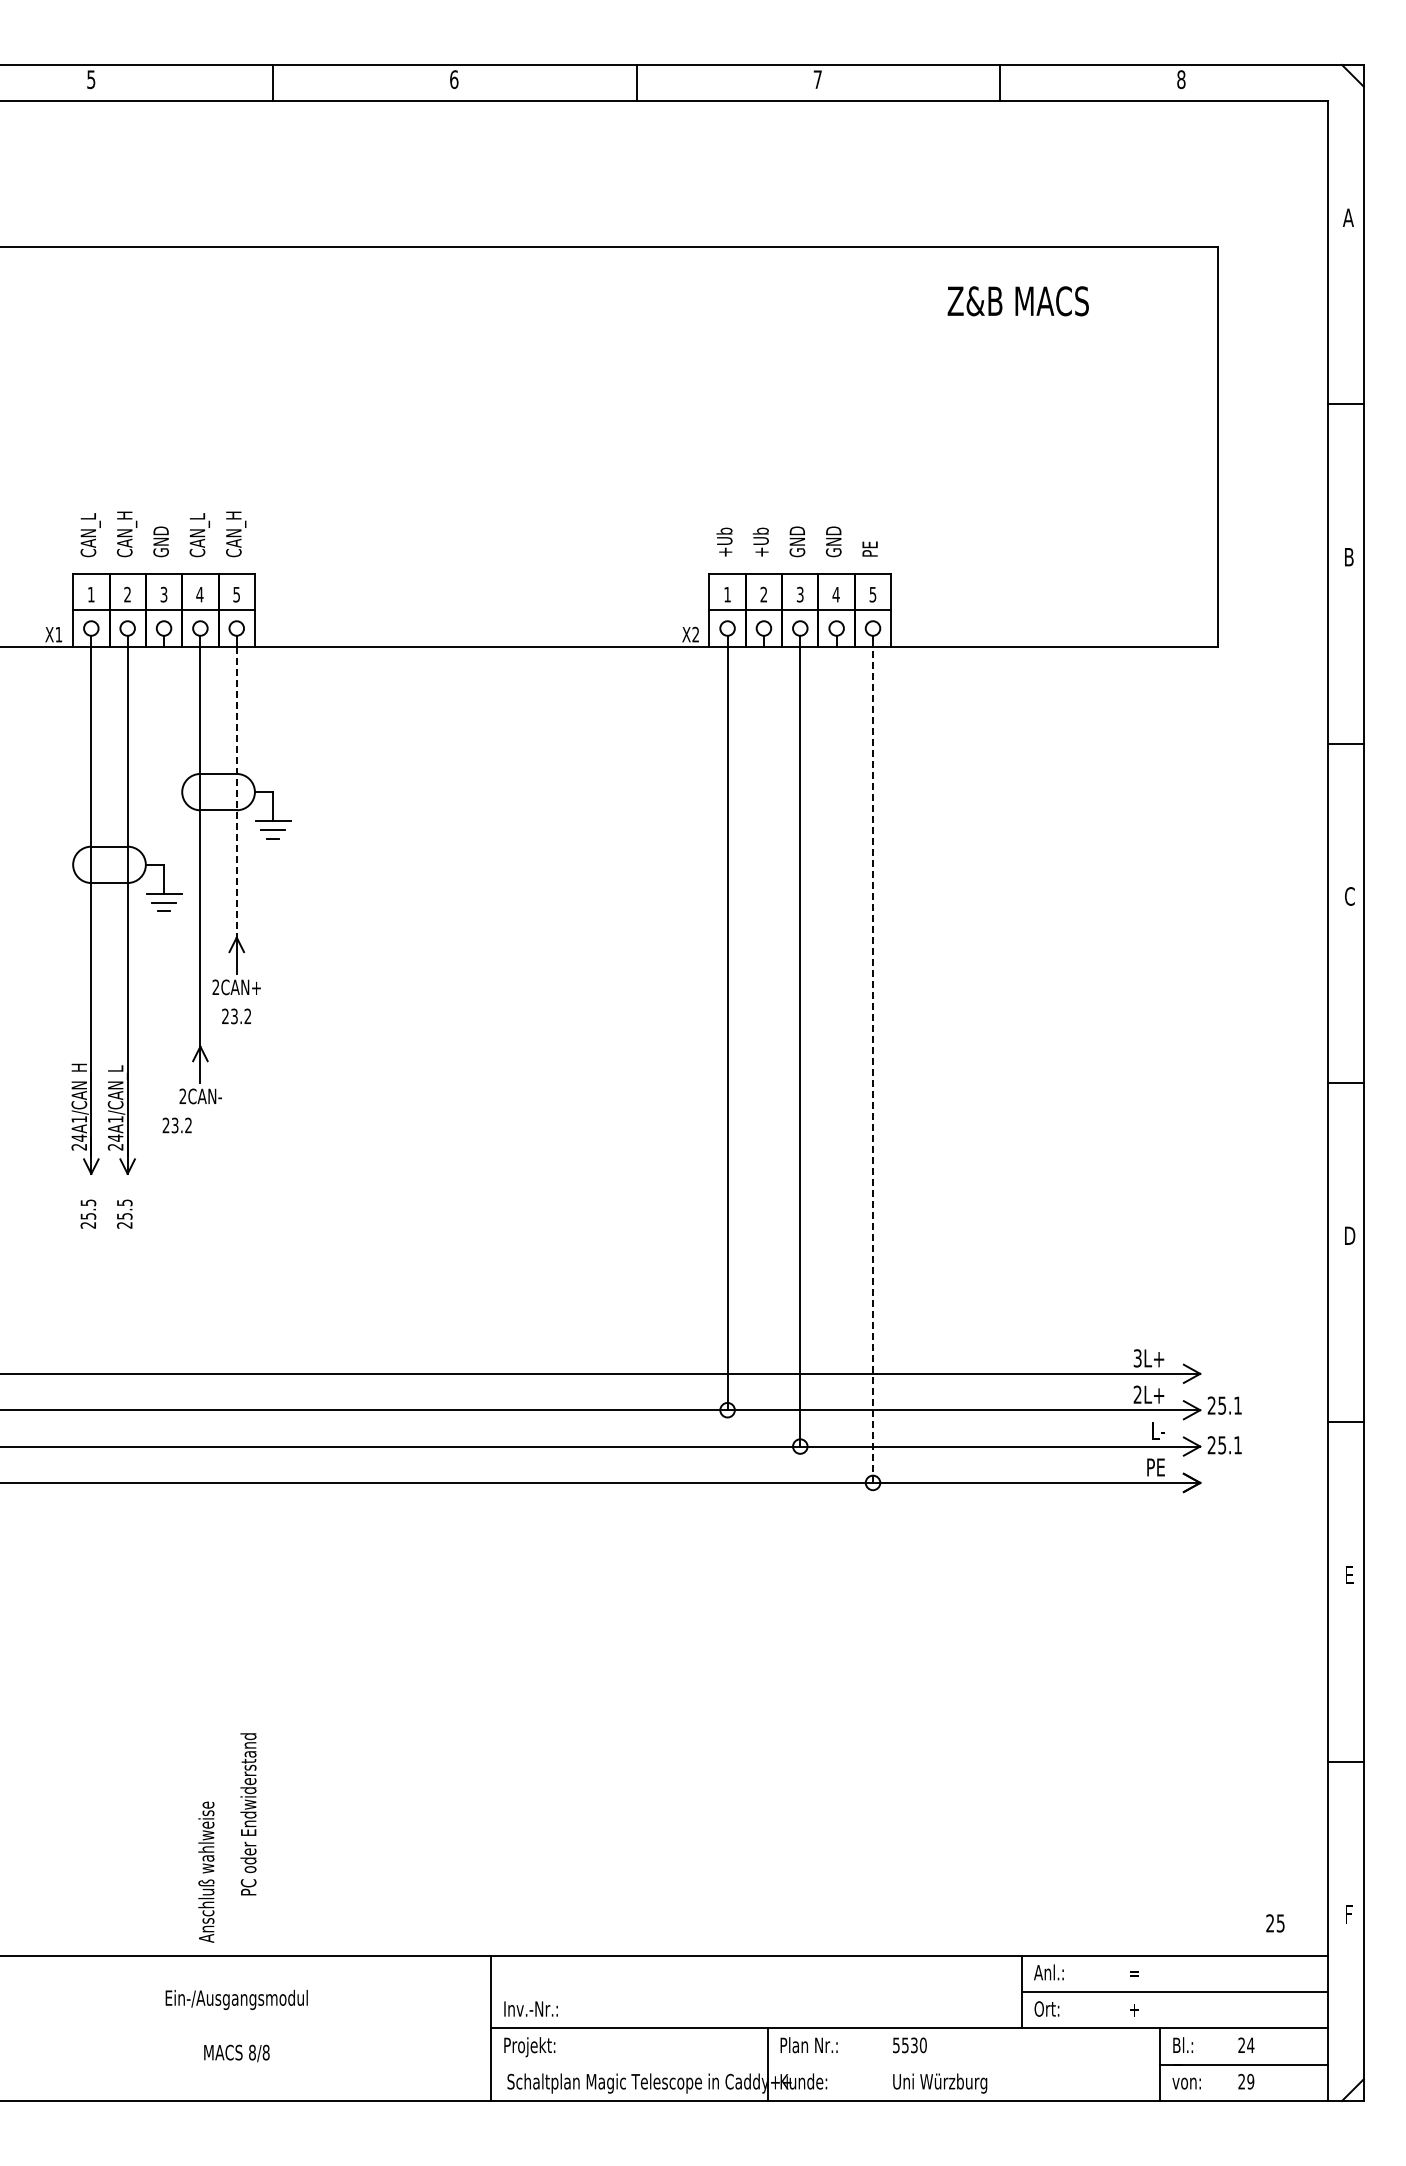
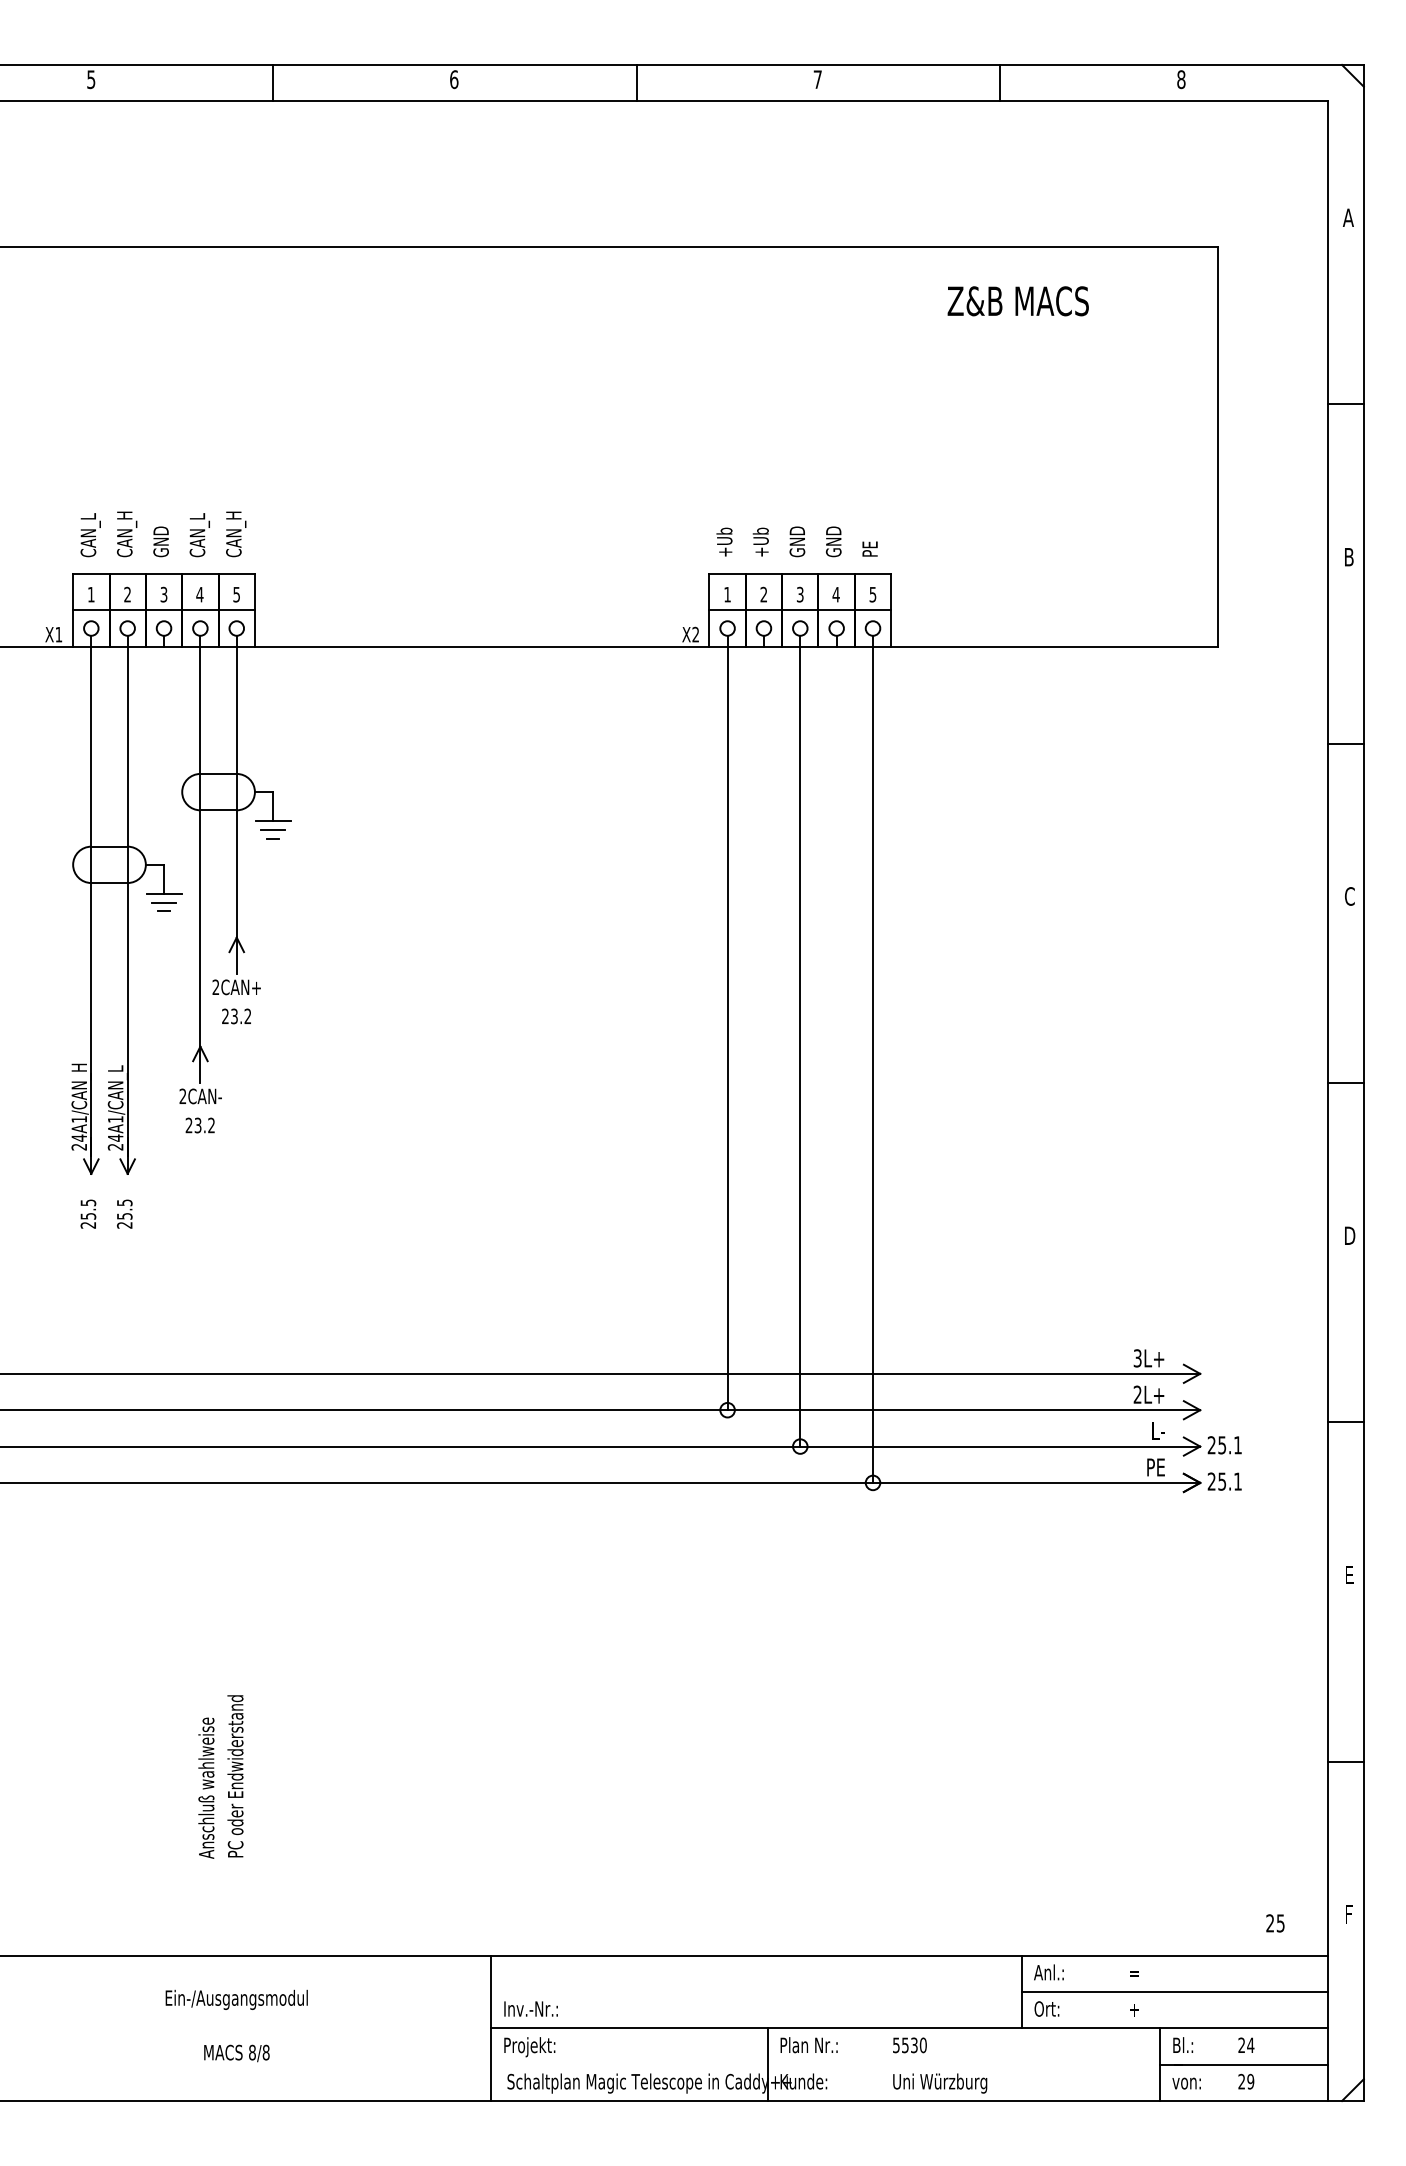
line at (236, 792): dashed -> solid
line at (873, 1064): dashed -> solid
text at (176, 1125) position: (176, 1125) -> (199, 1125)
text at (1224, 1405) position: (1224, 1405) -> (1224, 1481)
text at (248, 1814) position: (248, 1814) -> (235, 1776)
text at (206, 1871) position: (206, 1871) -> (206, 1787)
